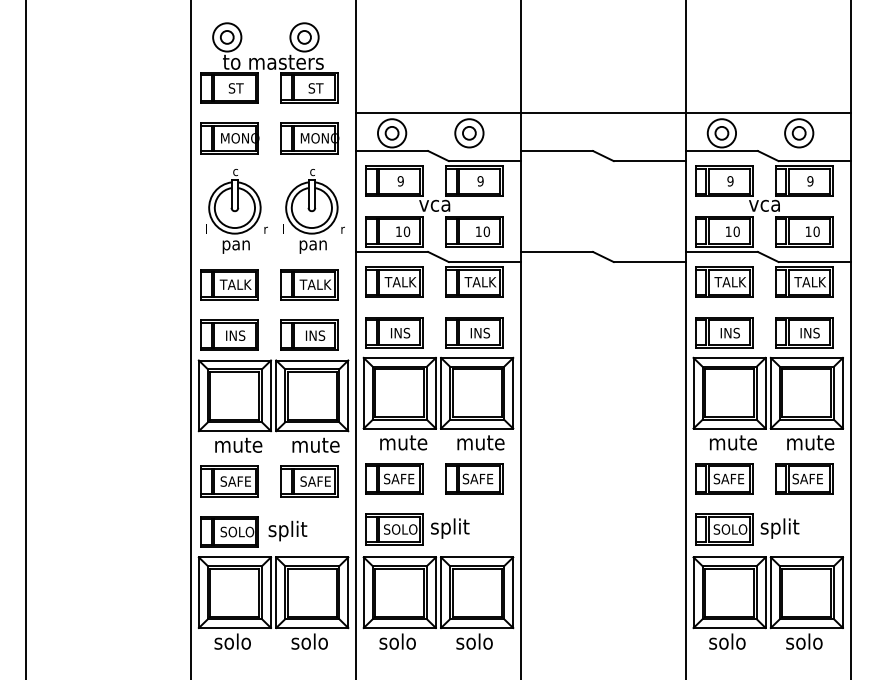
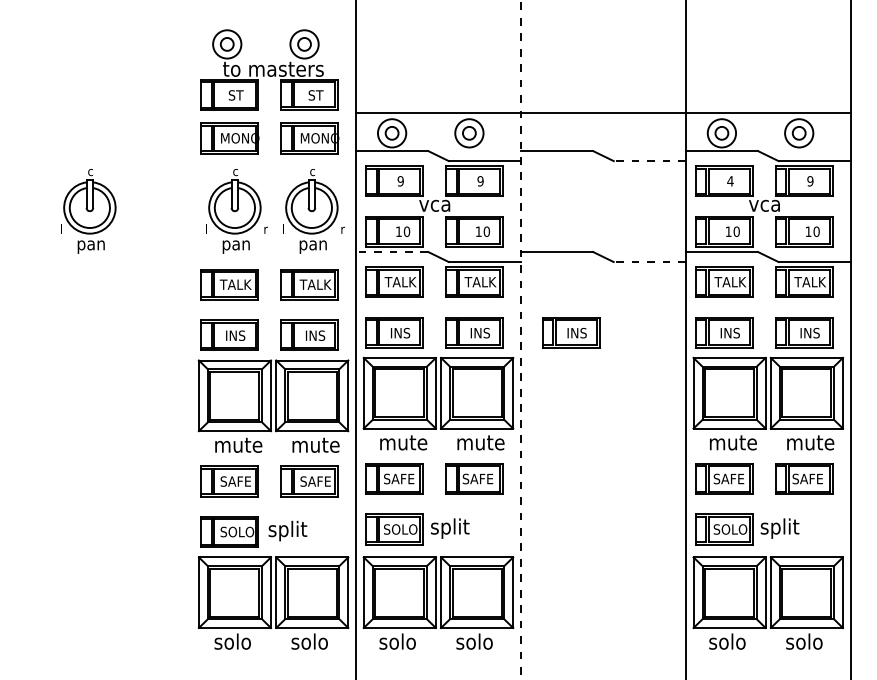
part at (269, 62) position: (269, 62) -> (269, 69)
line at (649, 161): solid -> dashed
text at (730, 181): 9 -> 4
part at (88, 211): none -> present
line at (391, 251): solid -> dashed
line at (649, 262): solid -> dashed
part at (571, 332): none -> present
line at (26, 339): present -> none
line at (191, 339): present -> none
line at (520, 340): solid -> dashed
